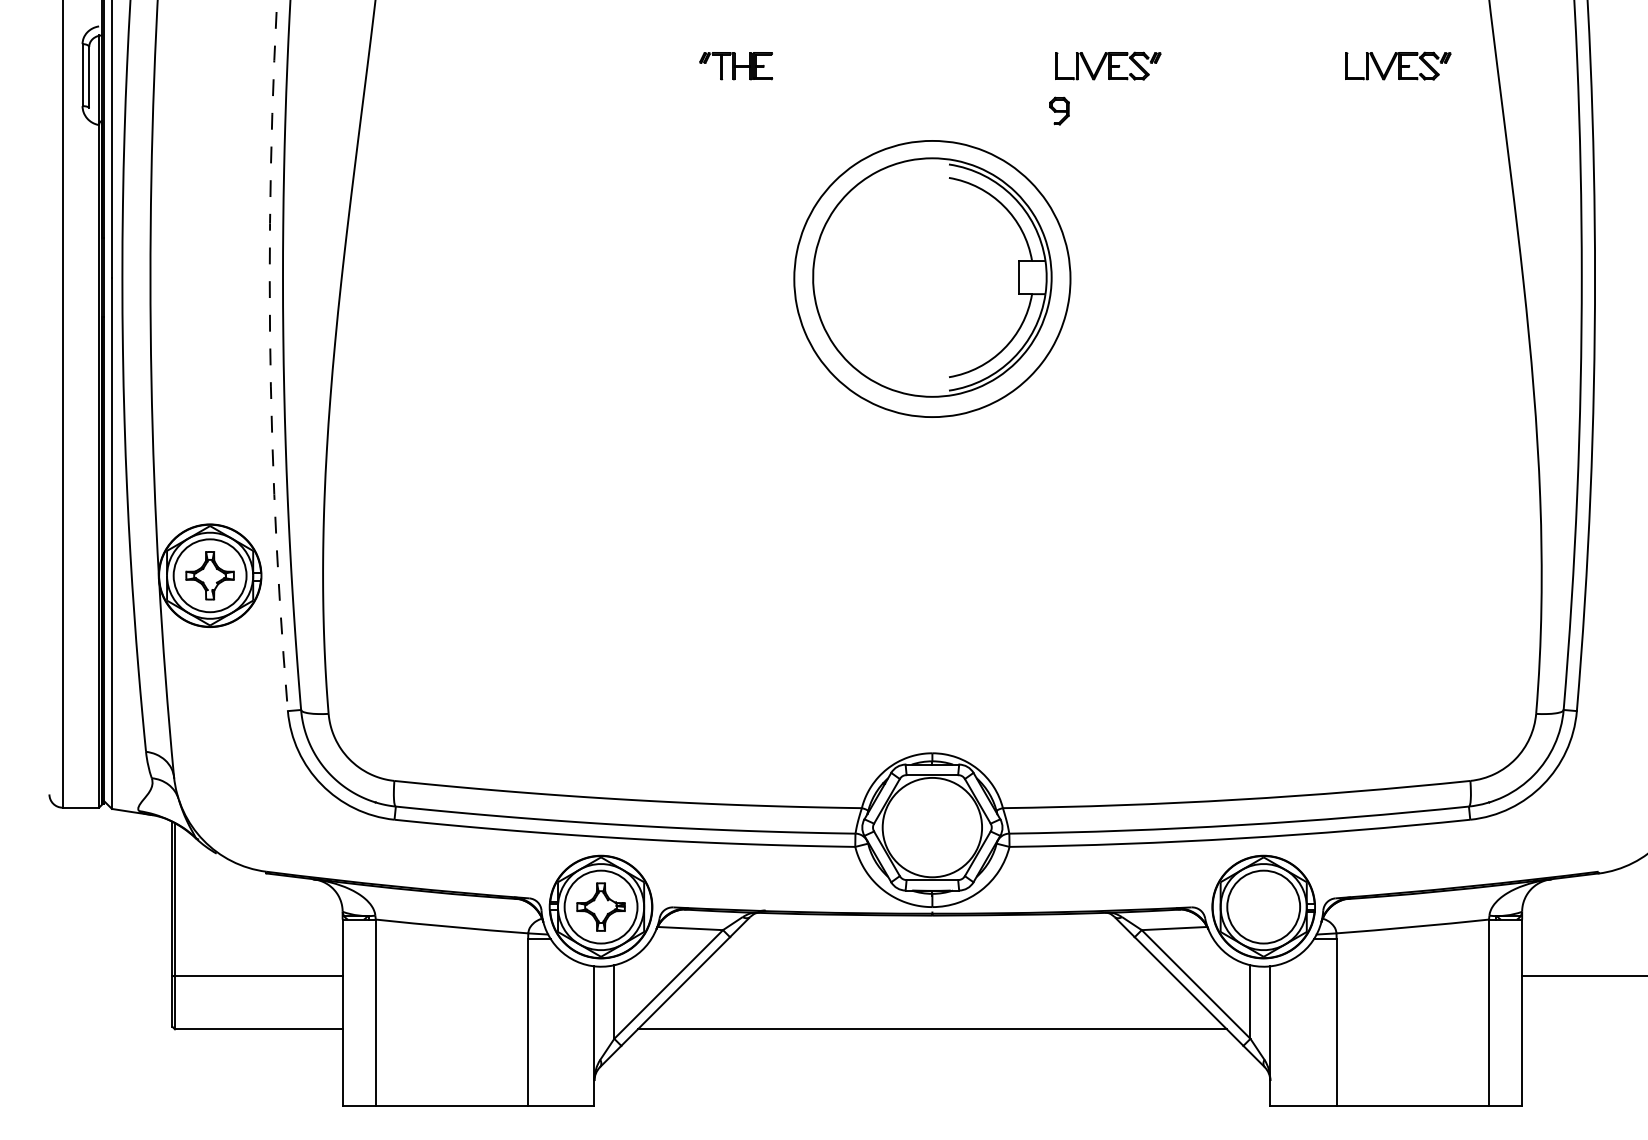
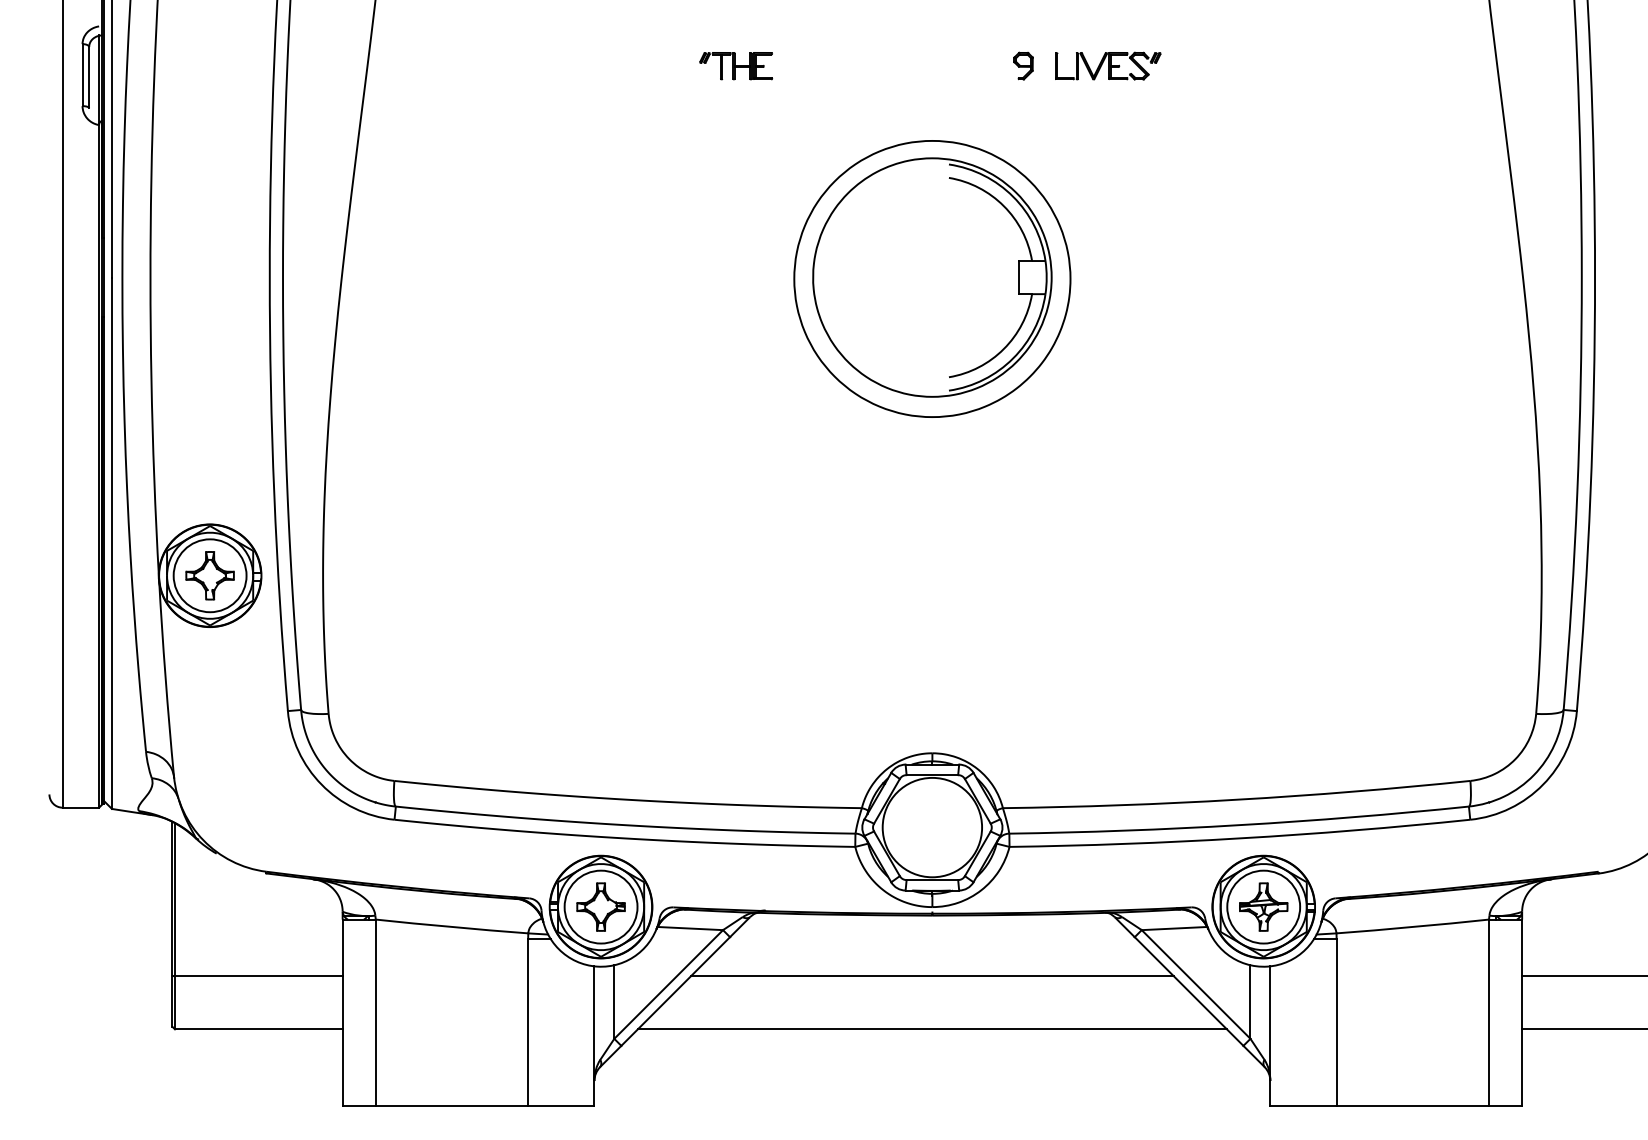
part at (1398, 65): present -> none
part at (1059, 110) position: (1059, 110) -> (1023, 65)
arc at (270, 355): dashed -> solid
part at (1263, 906): none -> present
line at (931, 976): none -> present
line at (1583, 1029): none -> present
